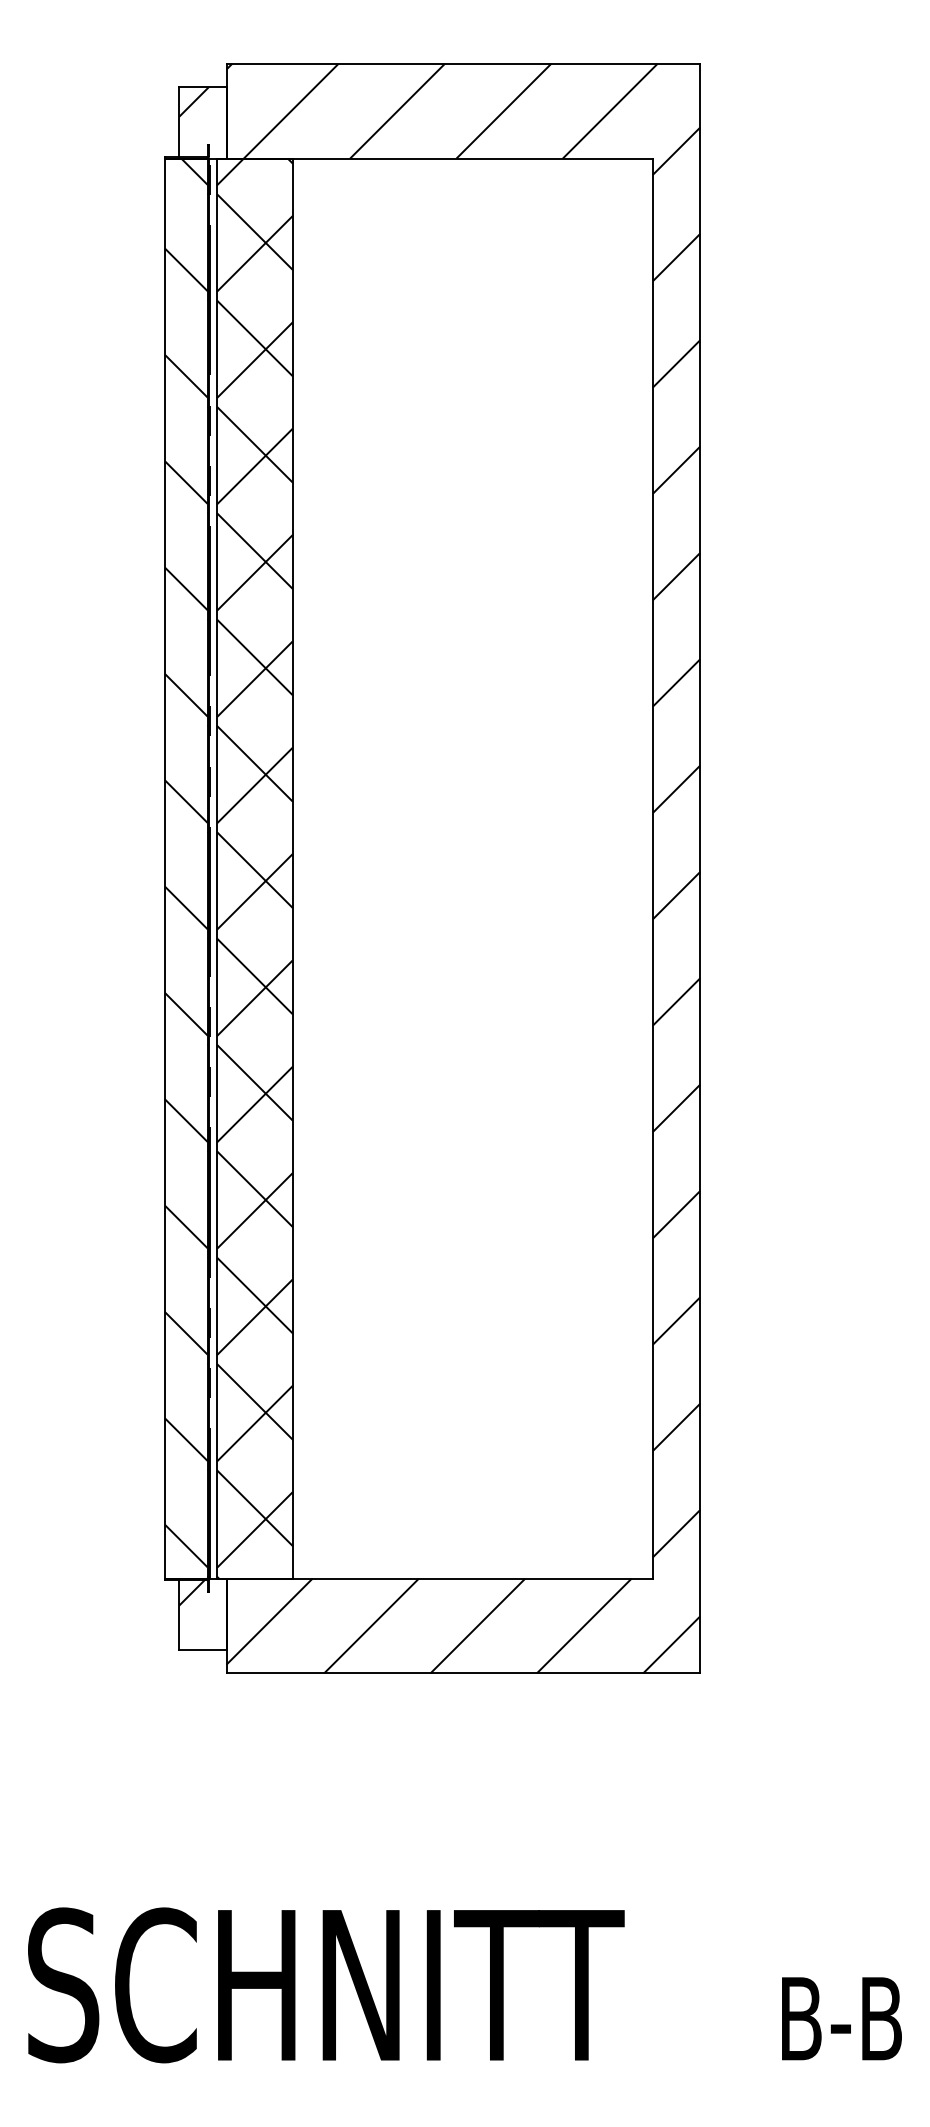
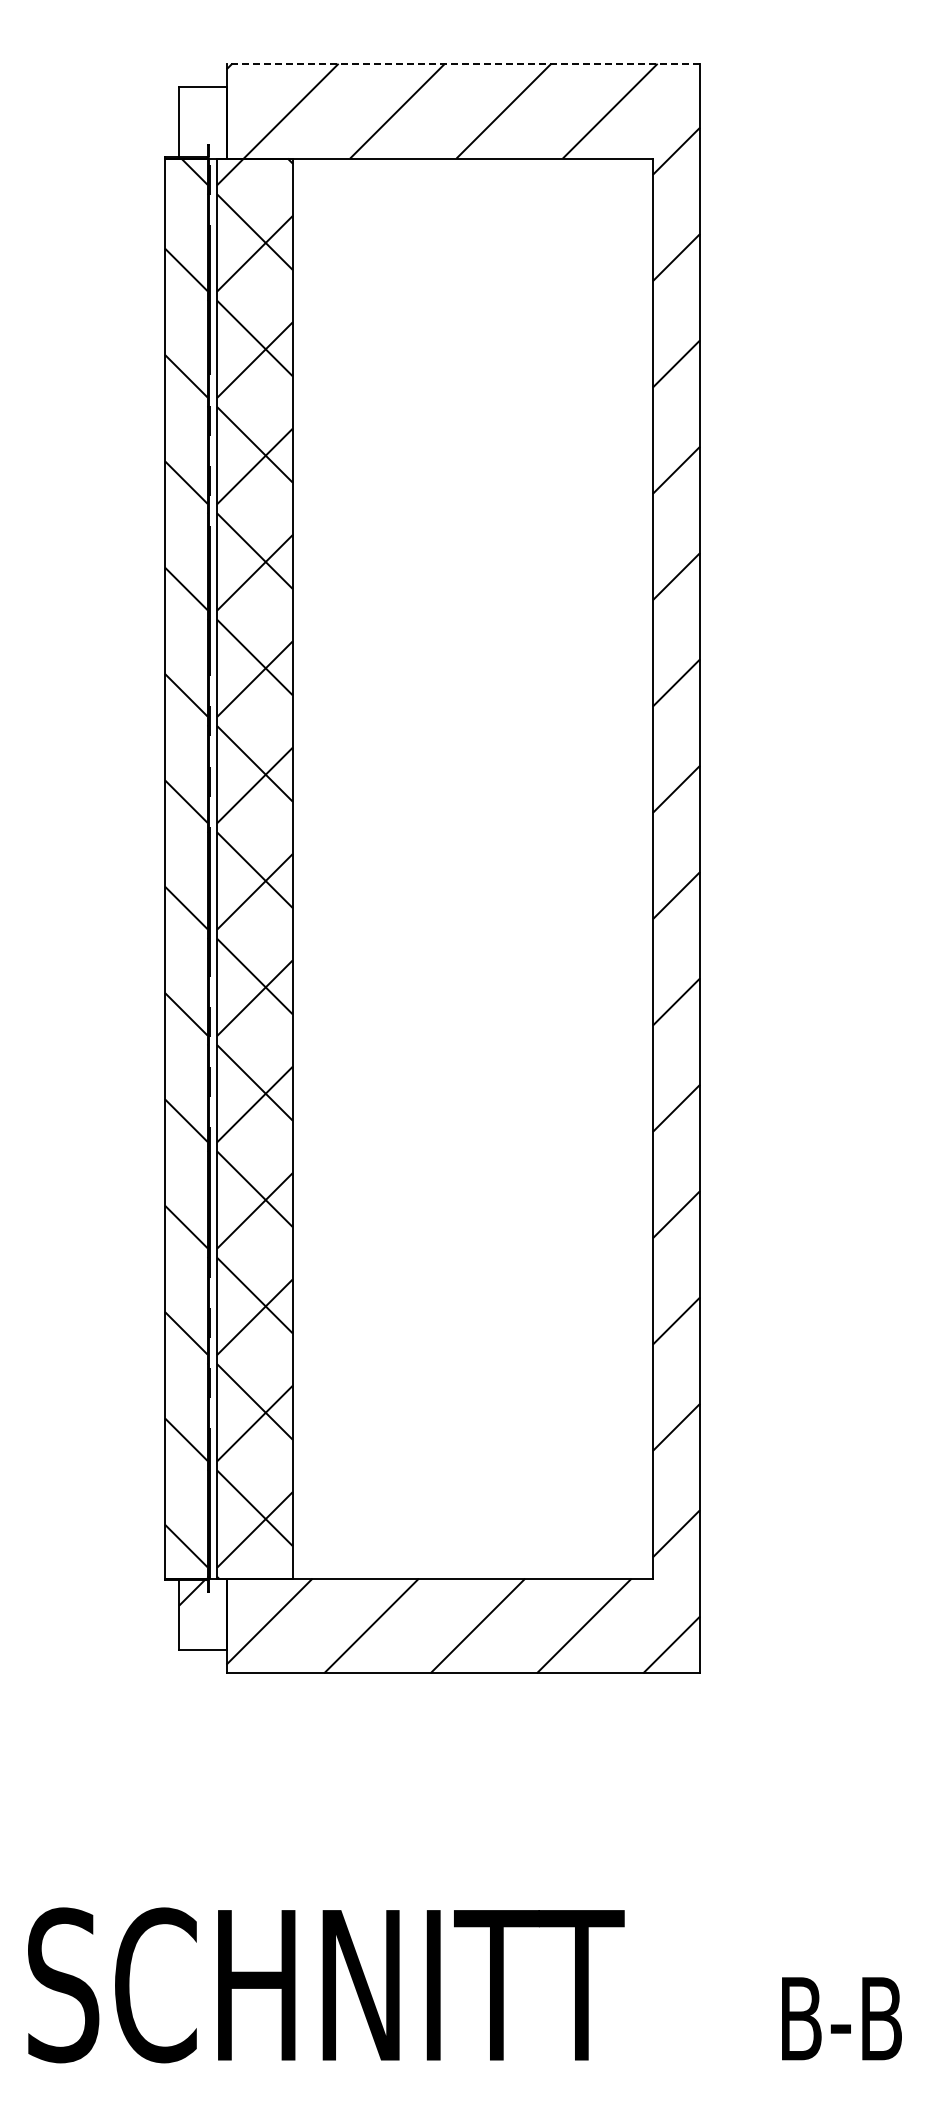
line at (463, 63): solid -> dashed
hatch at (193, 101): present -> none
